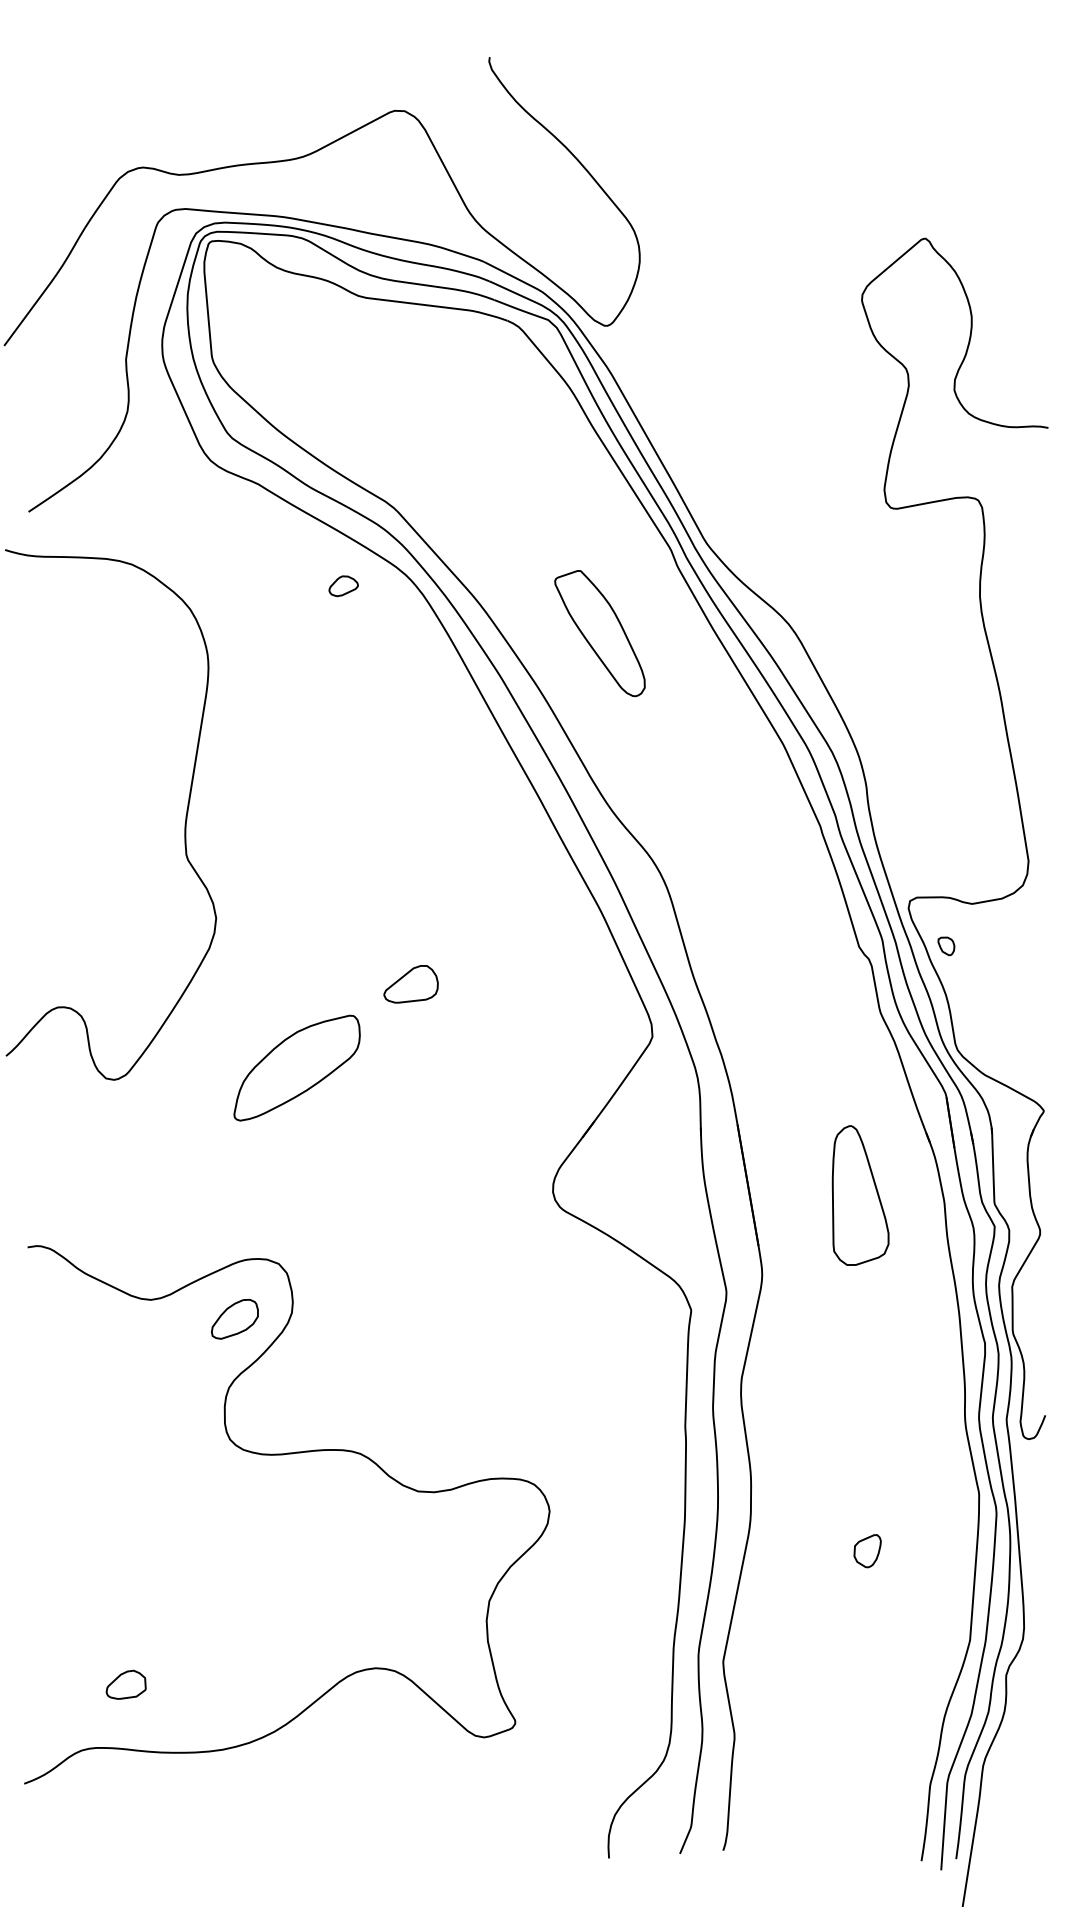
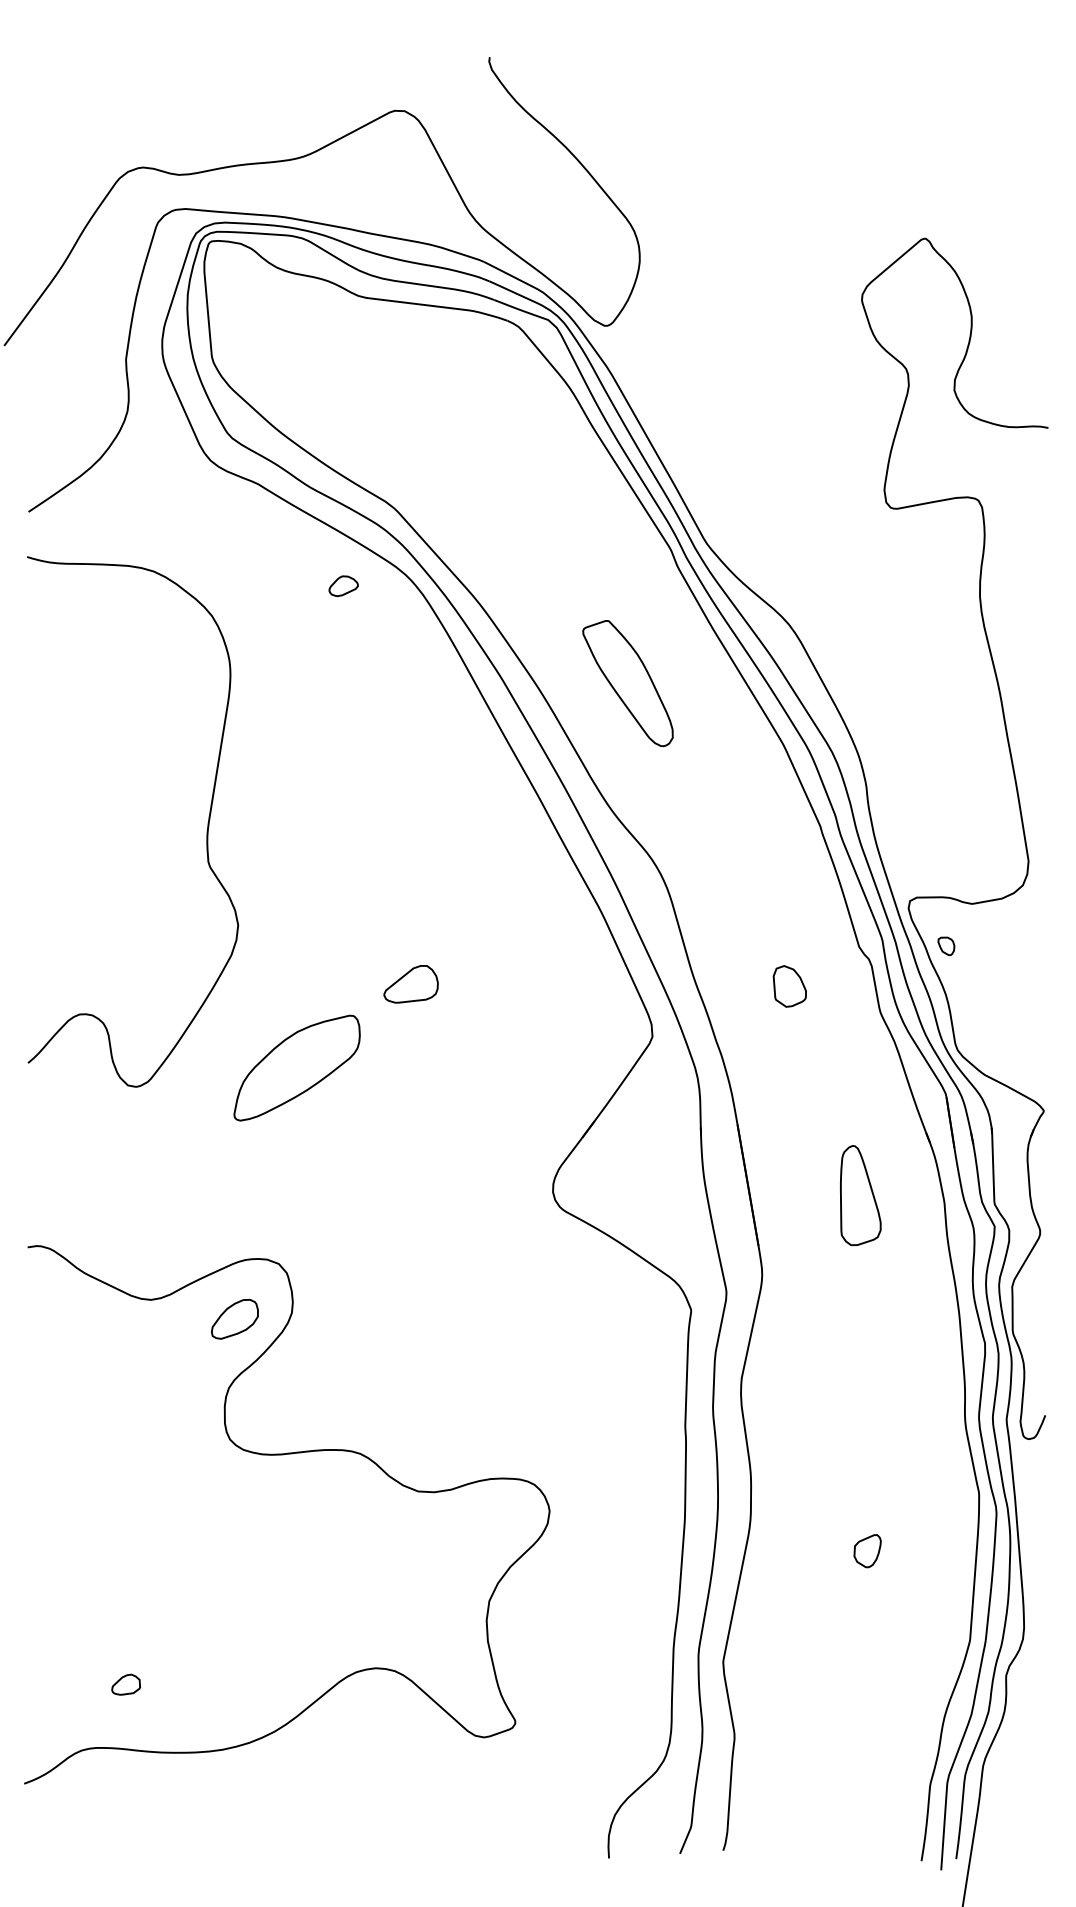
part at (599, 633) position: (599, 633) -> (627, 683)
curve at (184, 824) position: (184, 824) -> (206, 831)
part at (789, 986): none -> present
part at (860, 1195) size: 59x141 px -> 42x101 px
part at (125, 1684) size: 42x31 px -> 30x23 px
